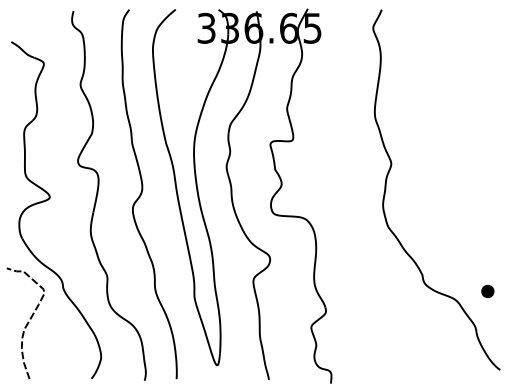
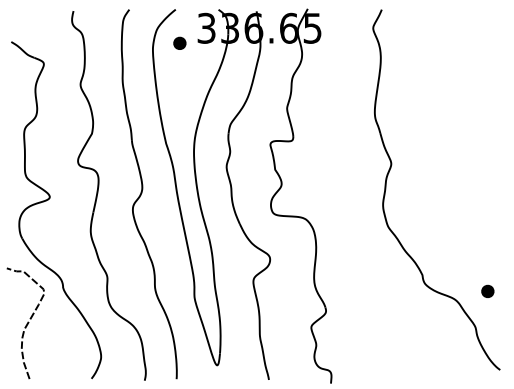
part at (179, 42): none -> present
